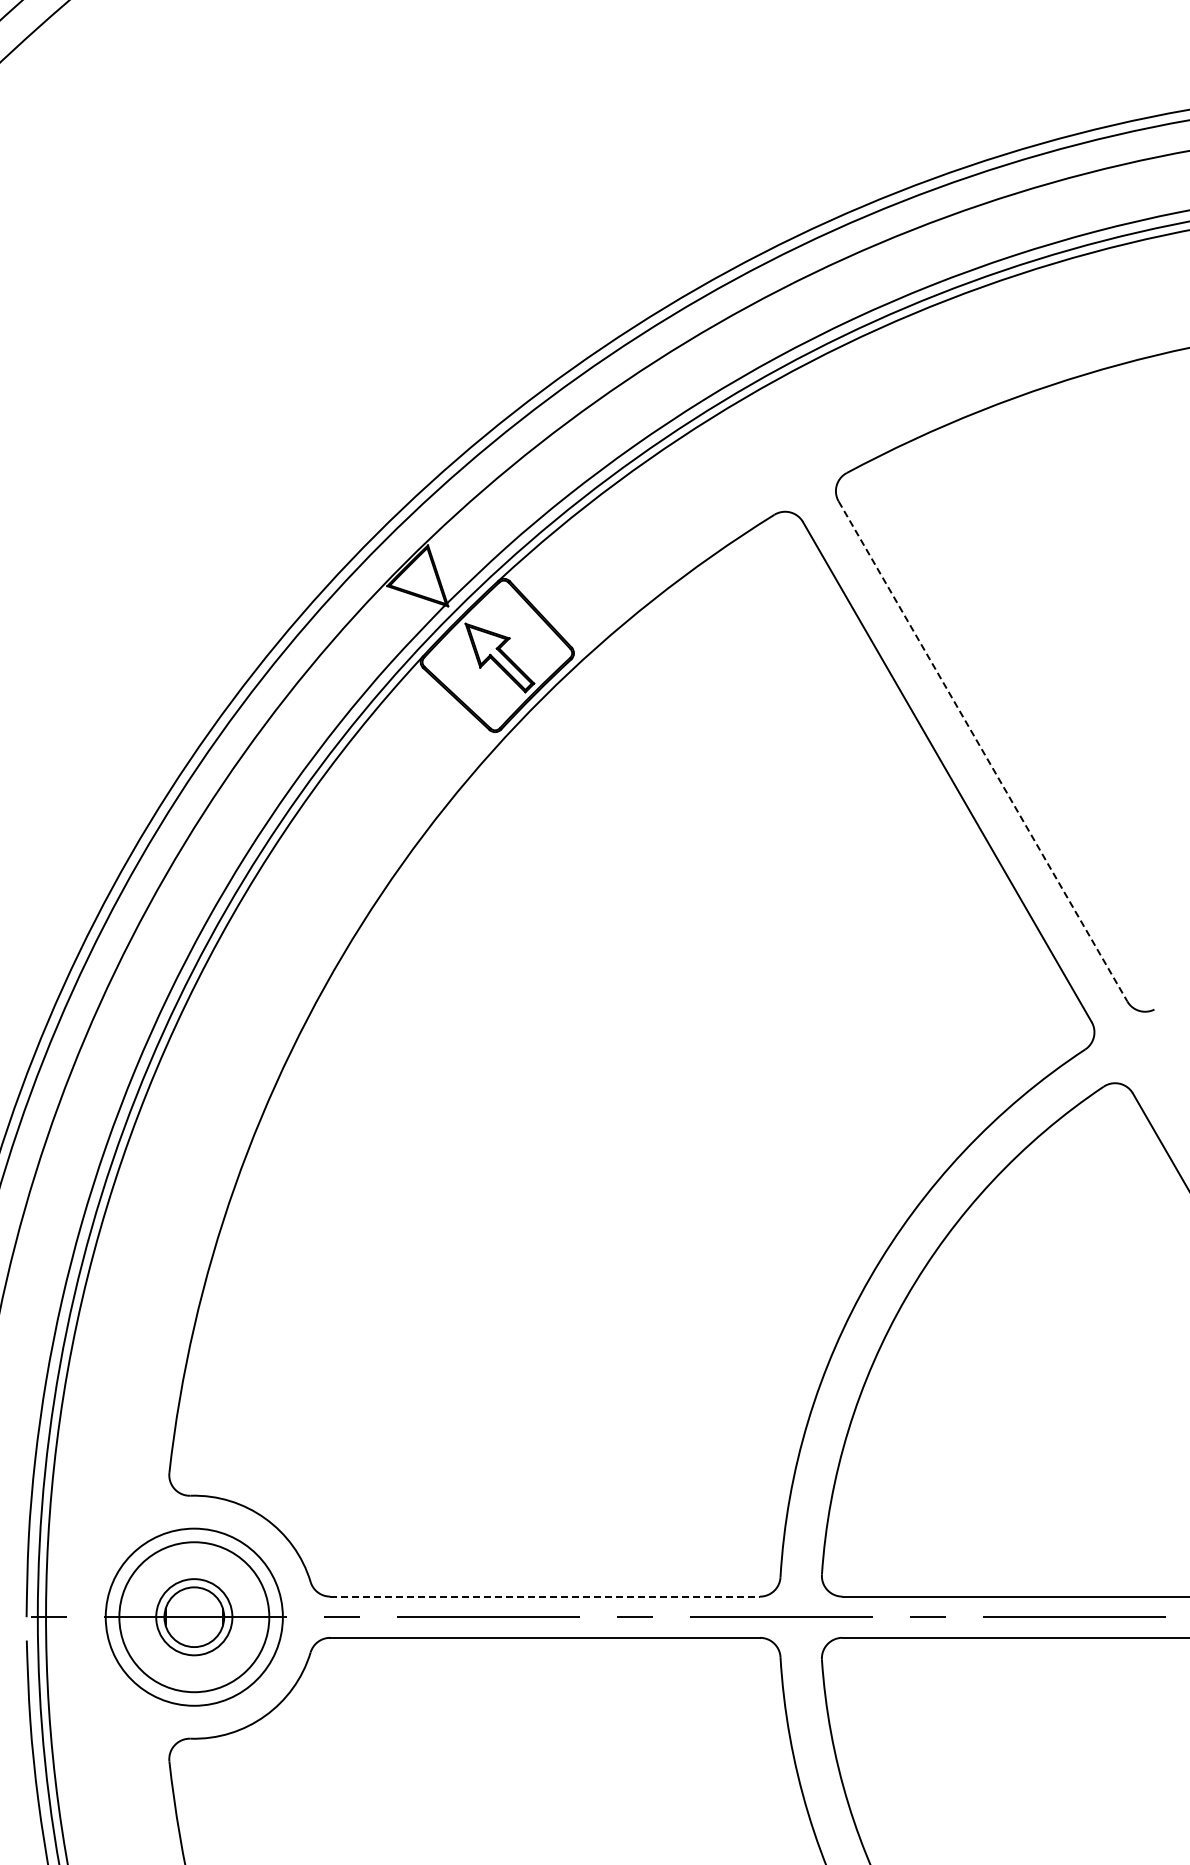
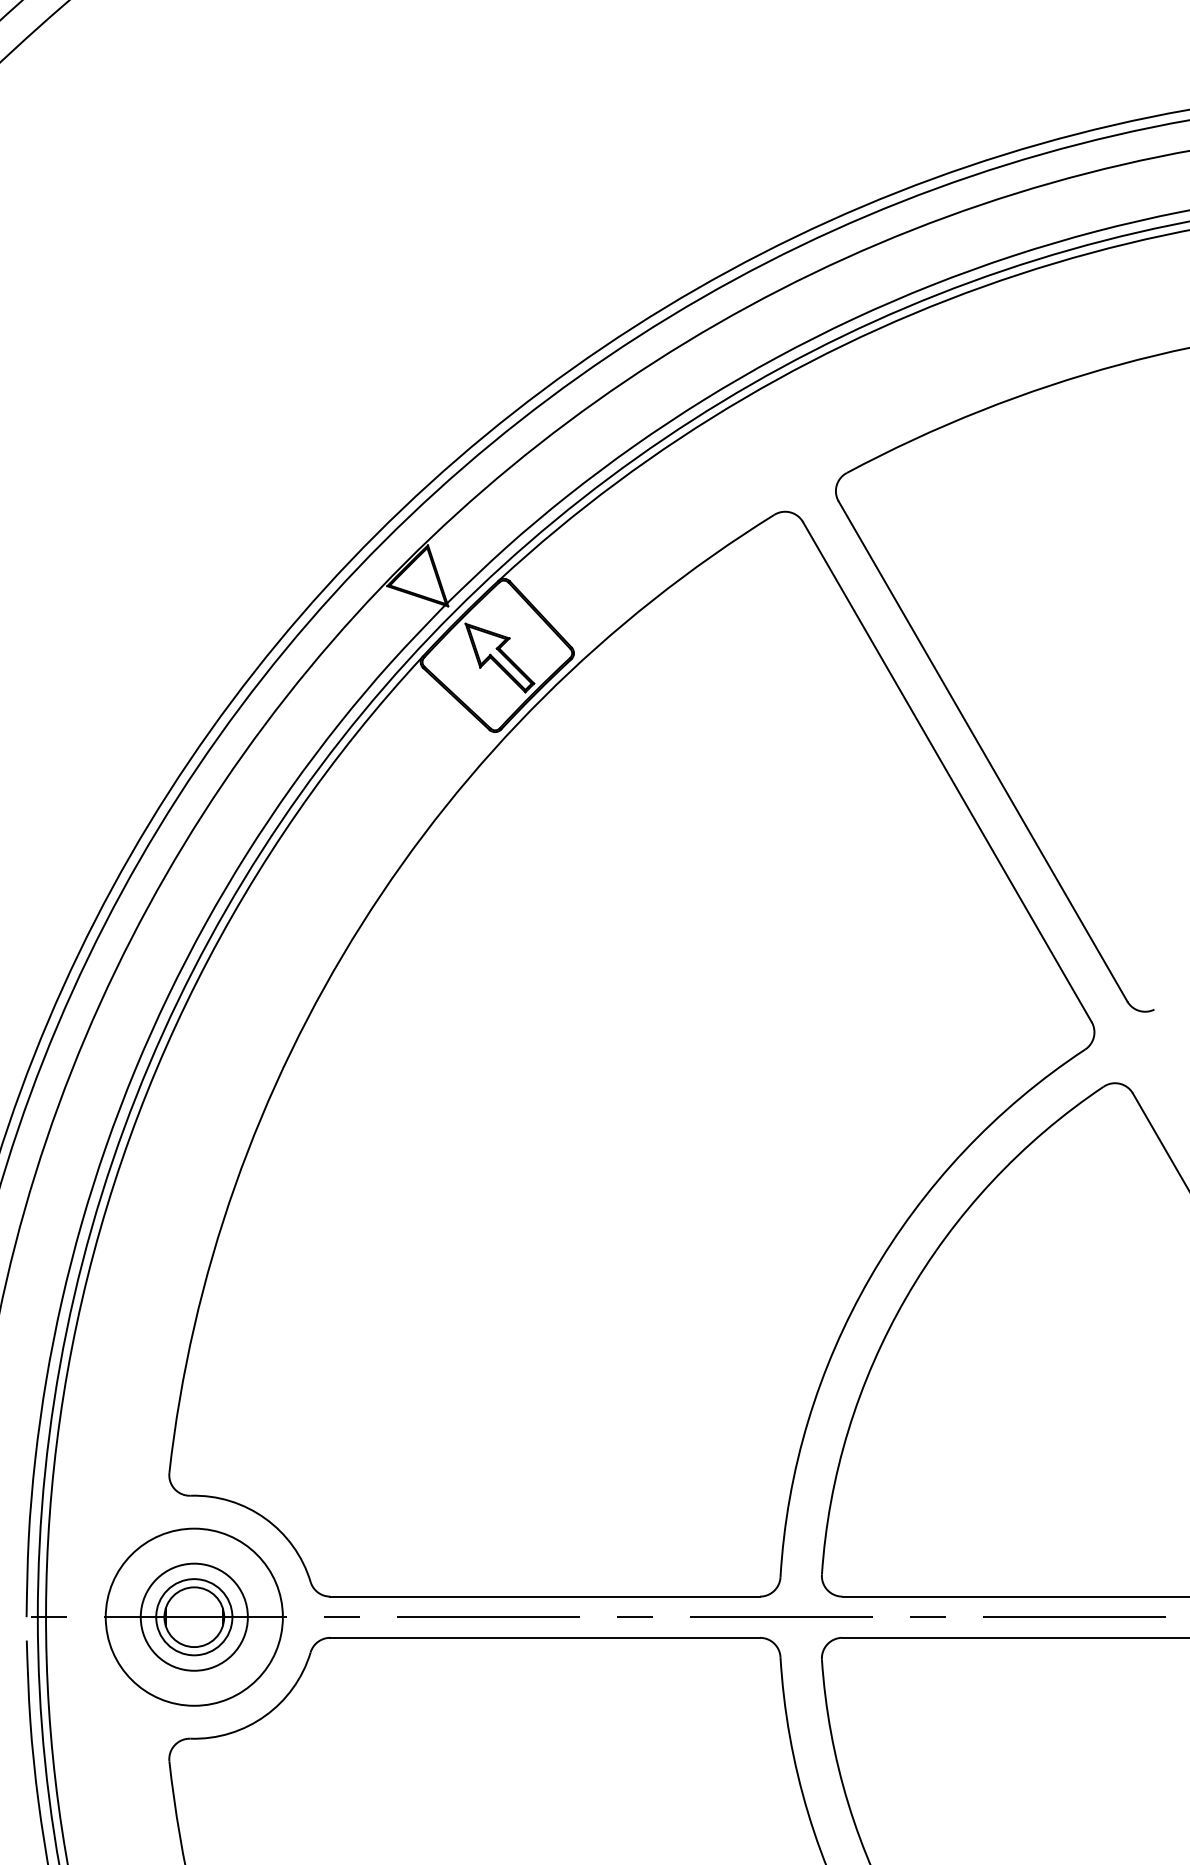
line at (983, 751): dashed -> solid
line at (545, 1596): dashed -> solid
circle at (194, 1617) diameter: 150 px -> 107 px
